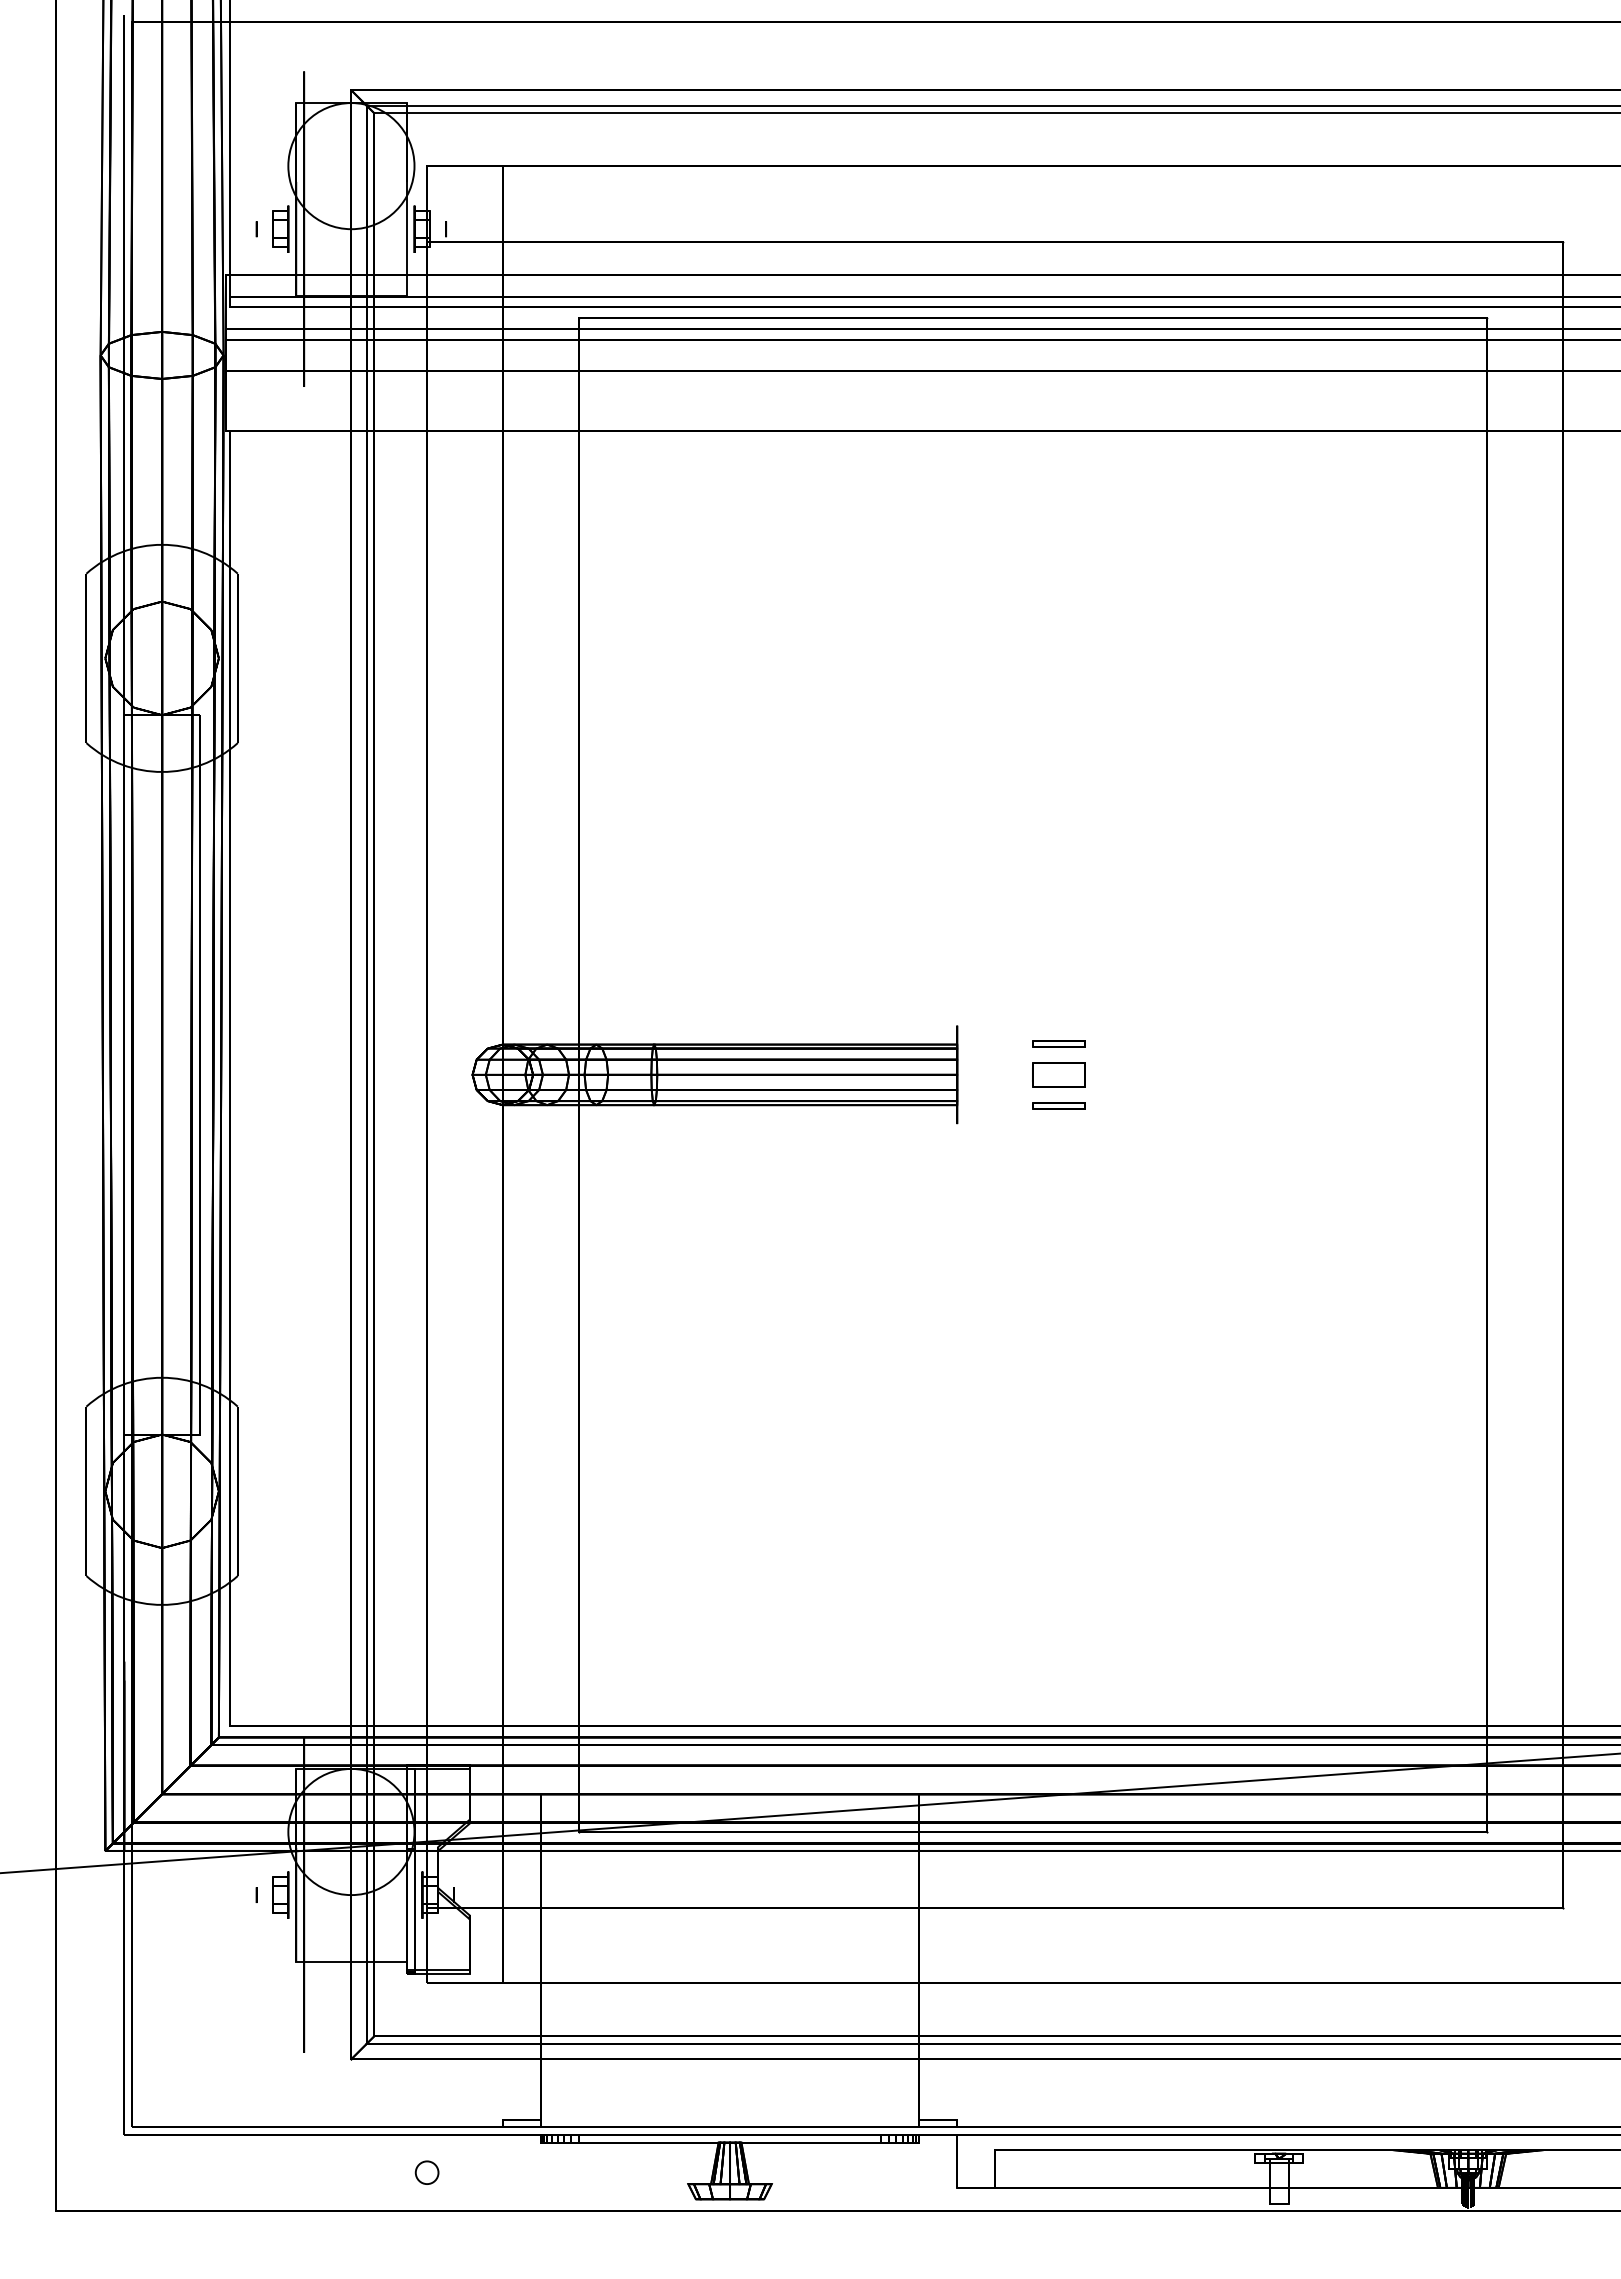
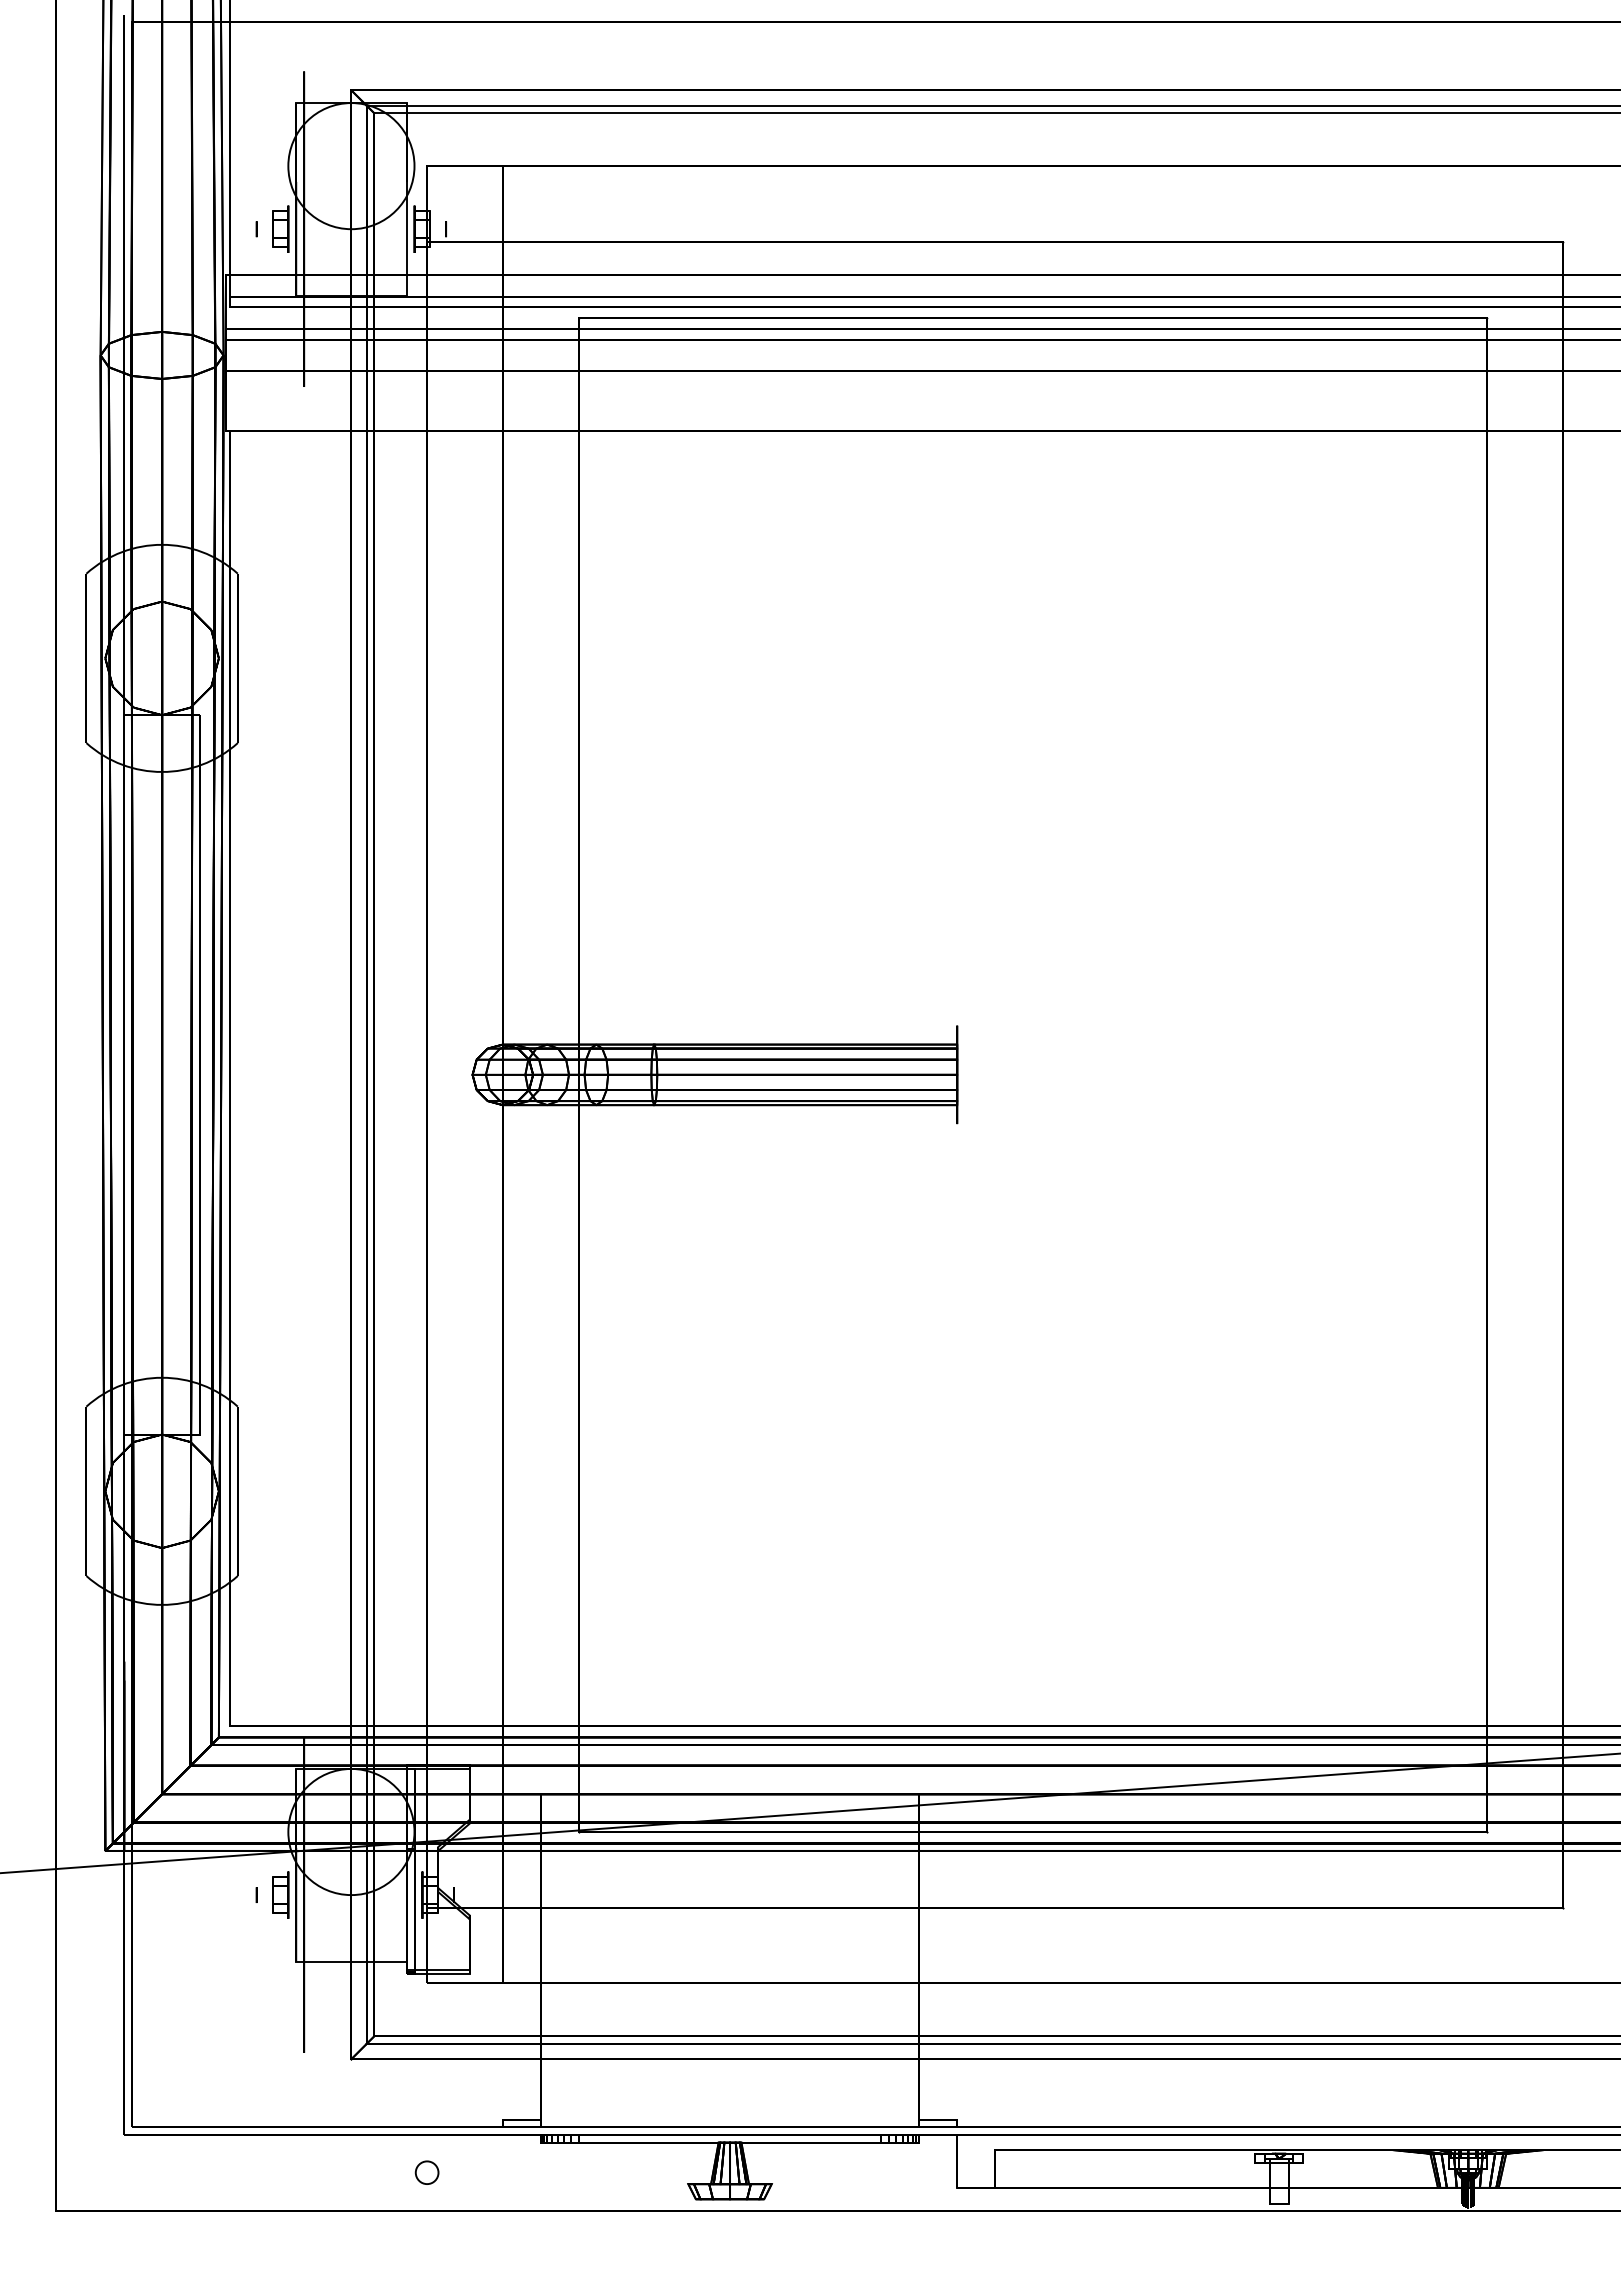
part at (1058, 1043): present -> none
part at (1058, 1074): present -> none
part at (1058, 1105): present -> none
